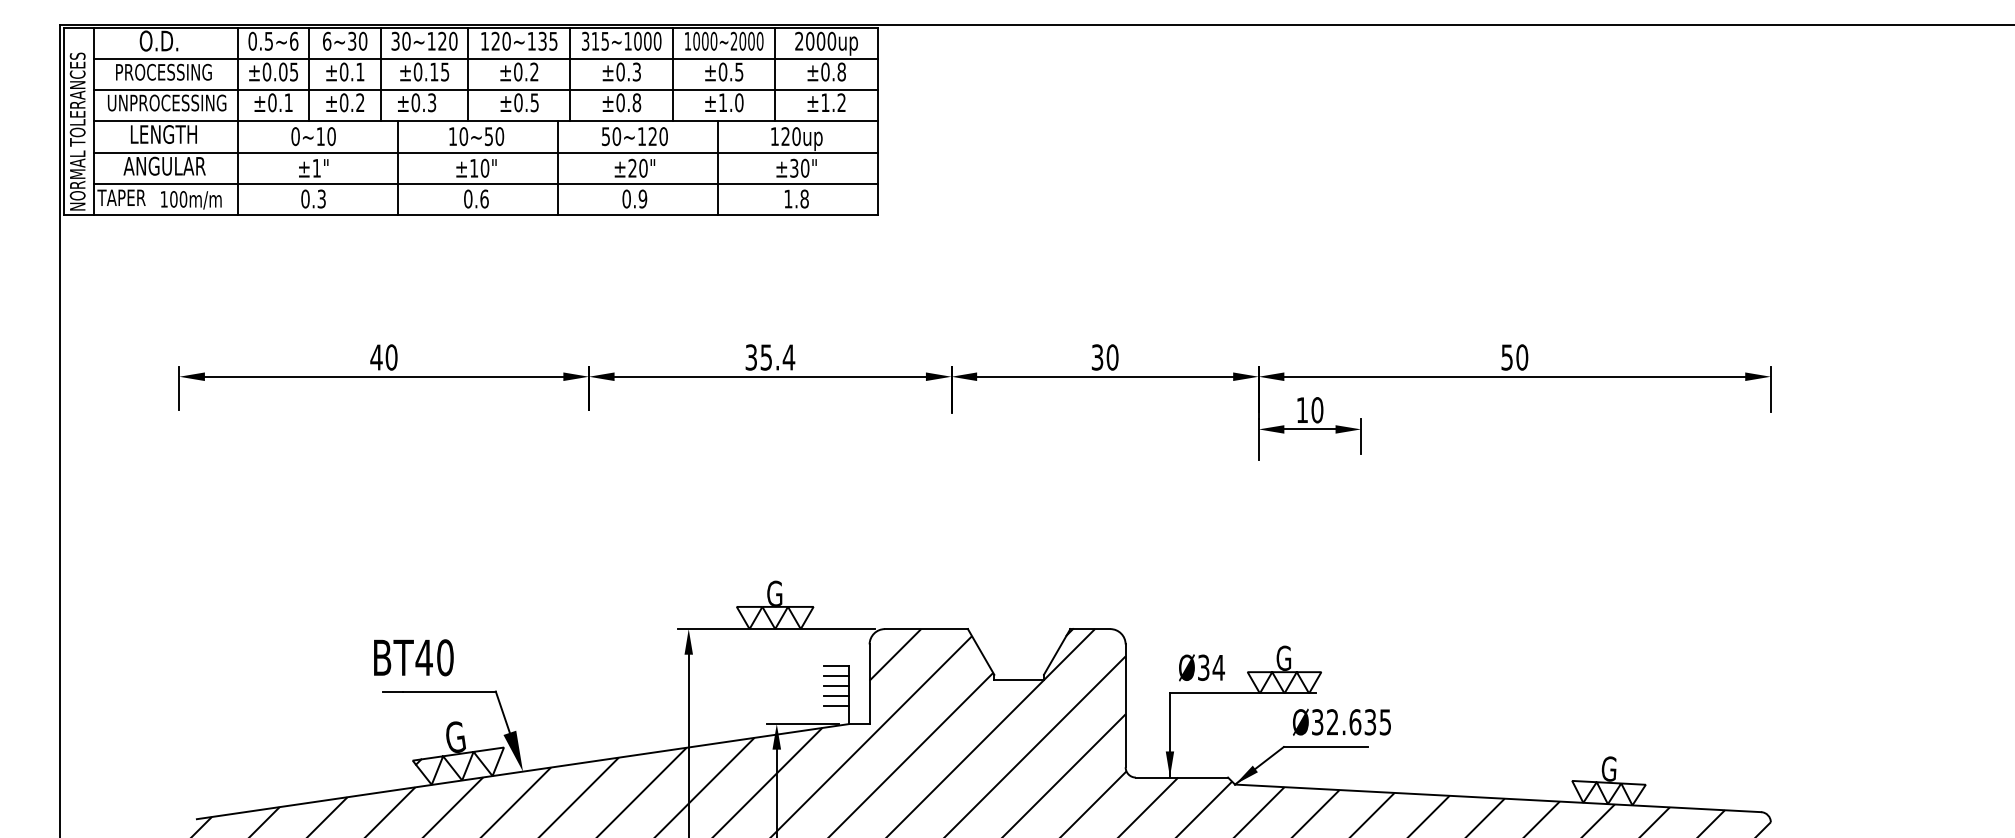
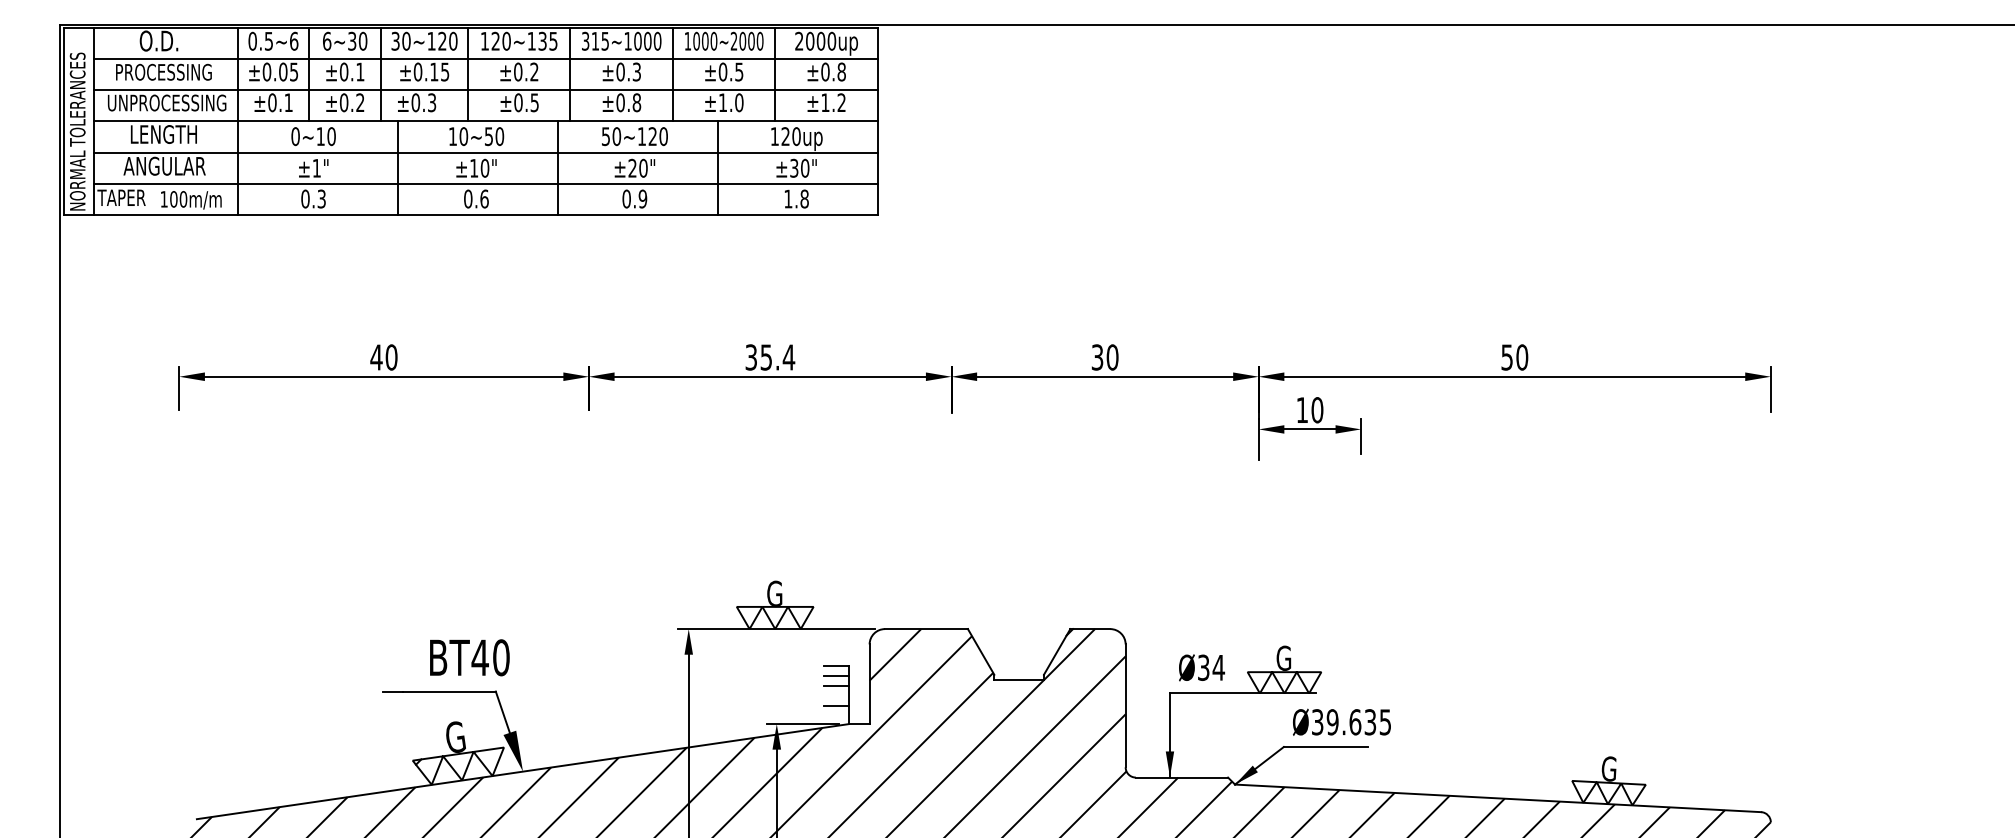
text at (413, 657) position: (413, 657) -> (469, 657)
line at (836, 696): present -> none
text at (1332, 722): Ø32.635 -> Ø39.635
